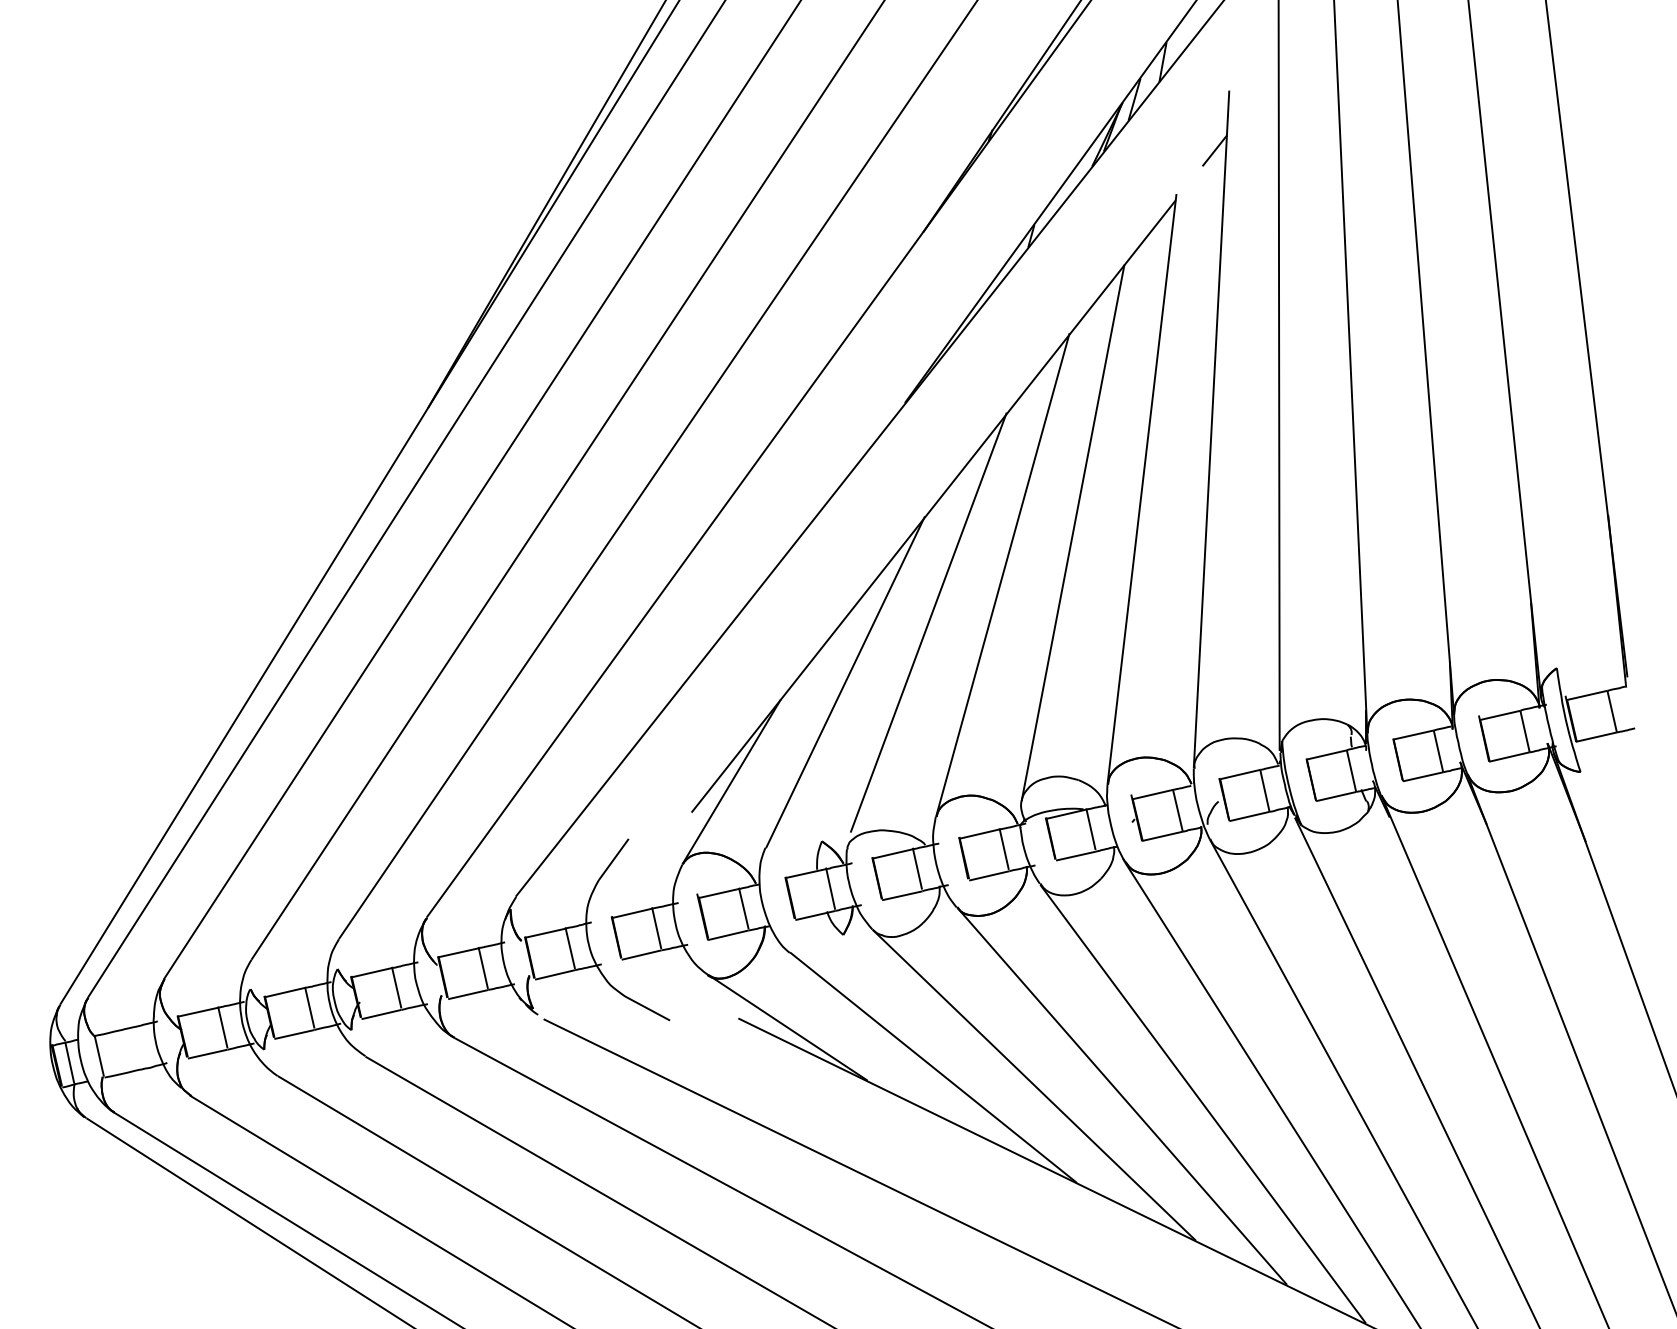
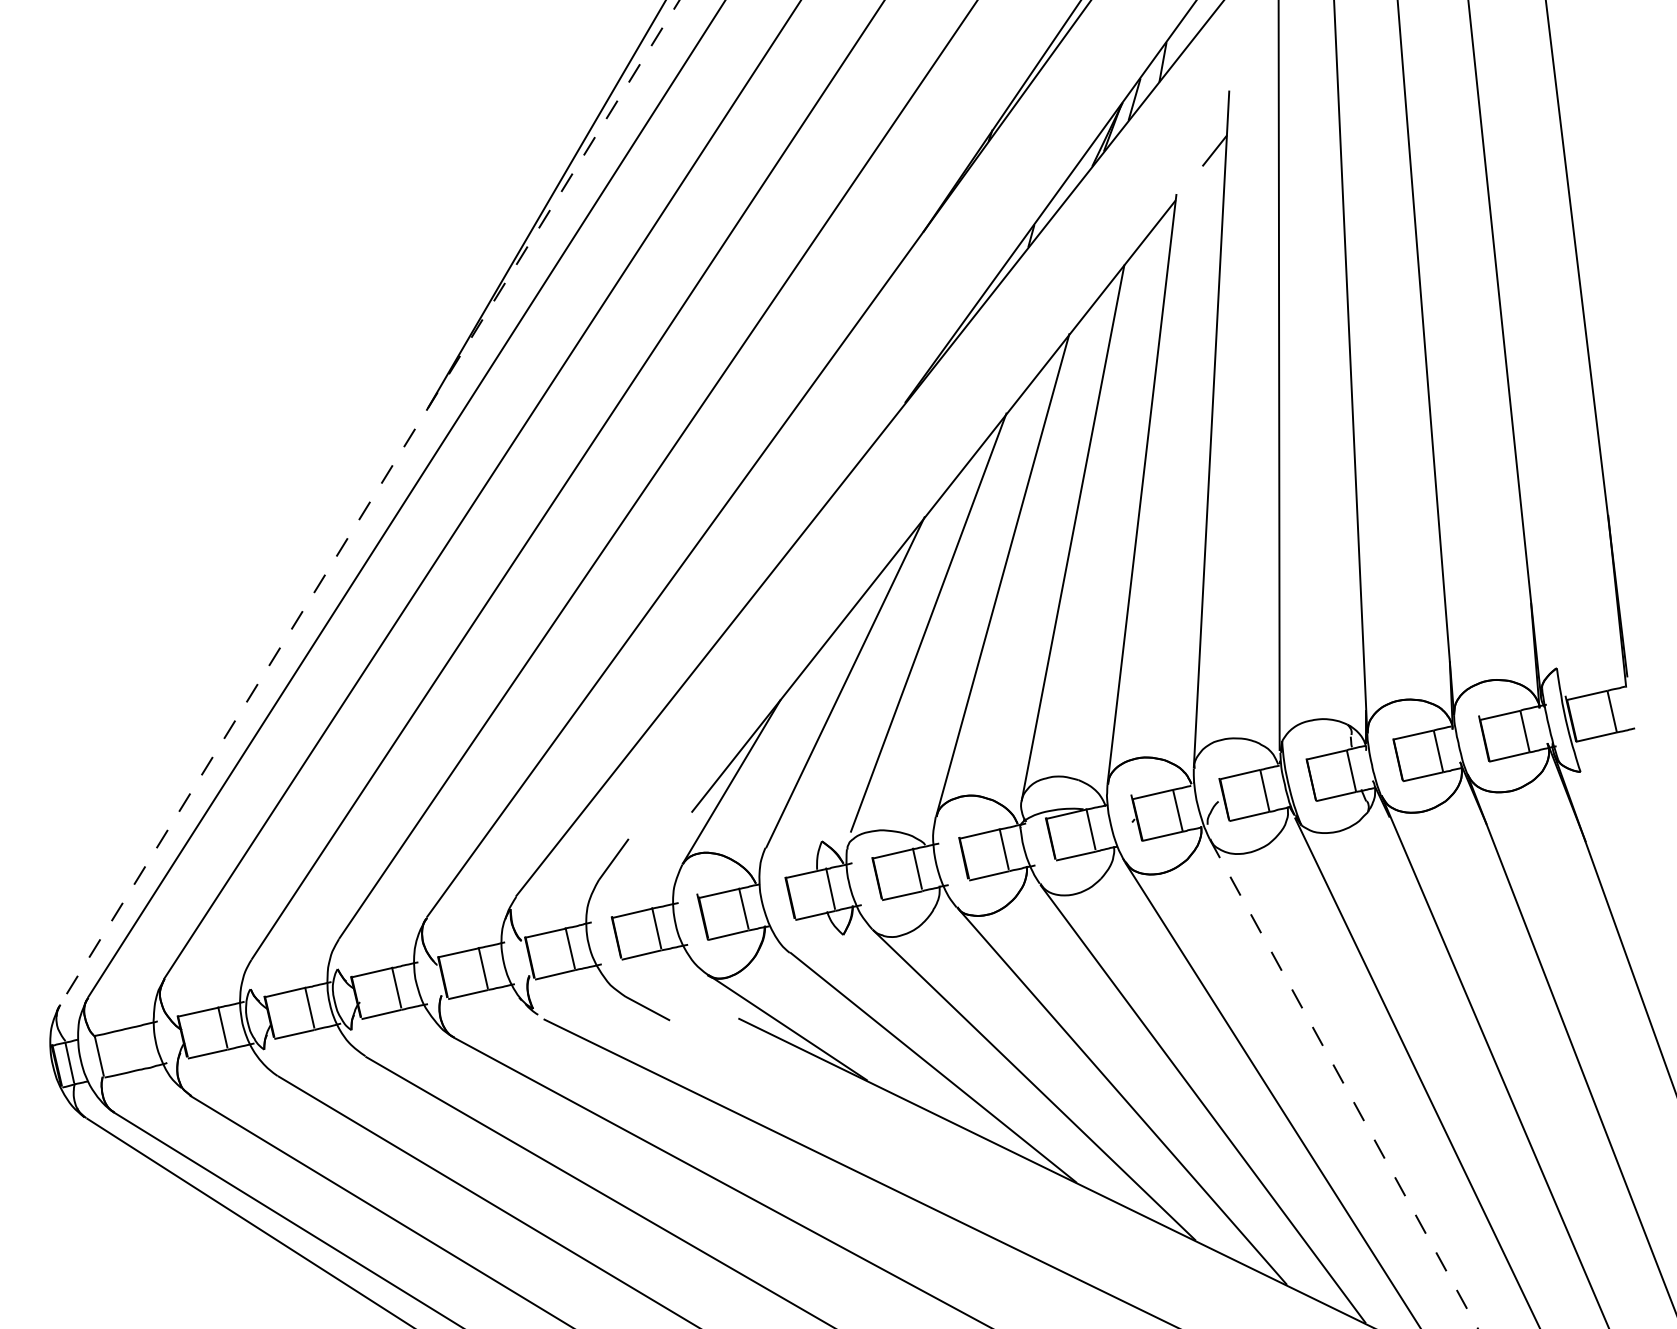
line at (369, 502): solid -> dashed
line at (1343, 1083): solid -> dashed
